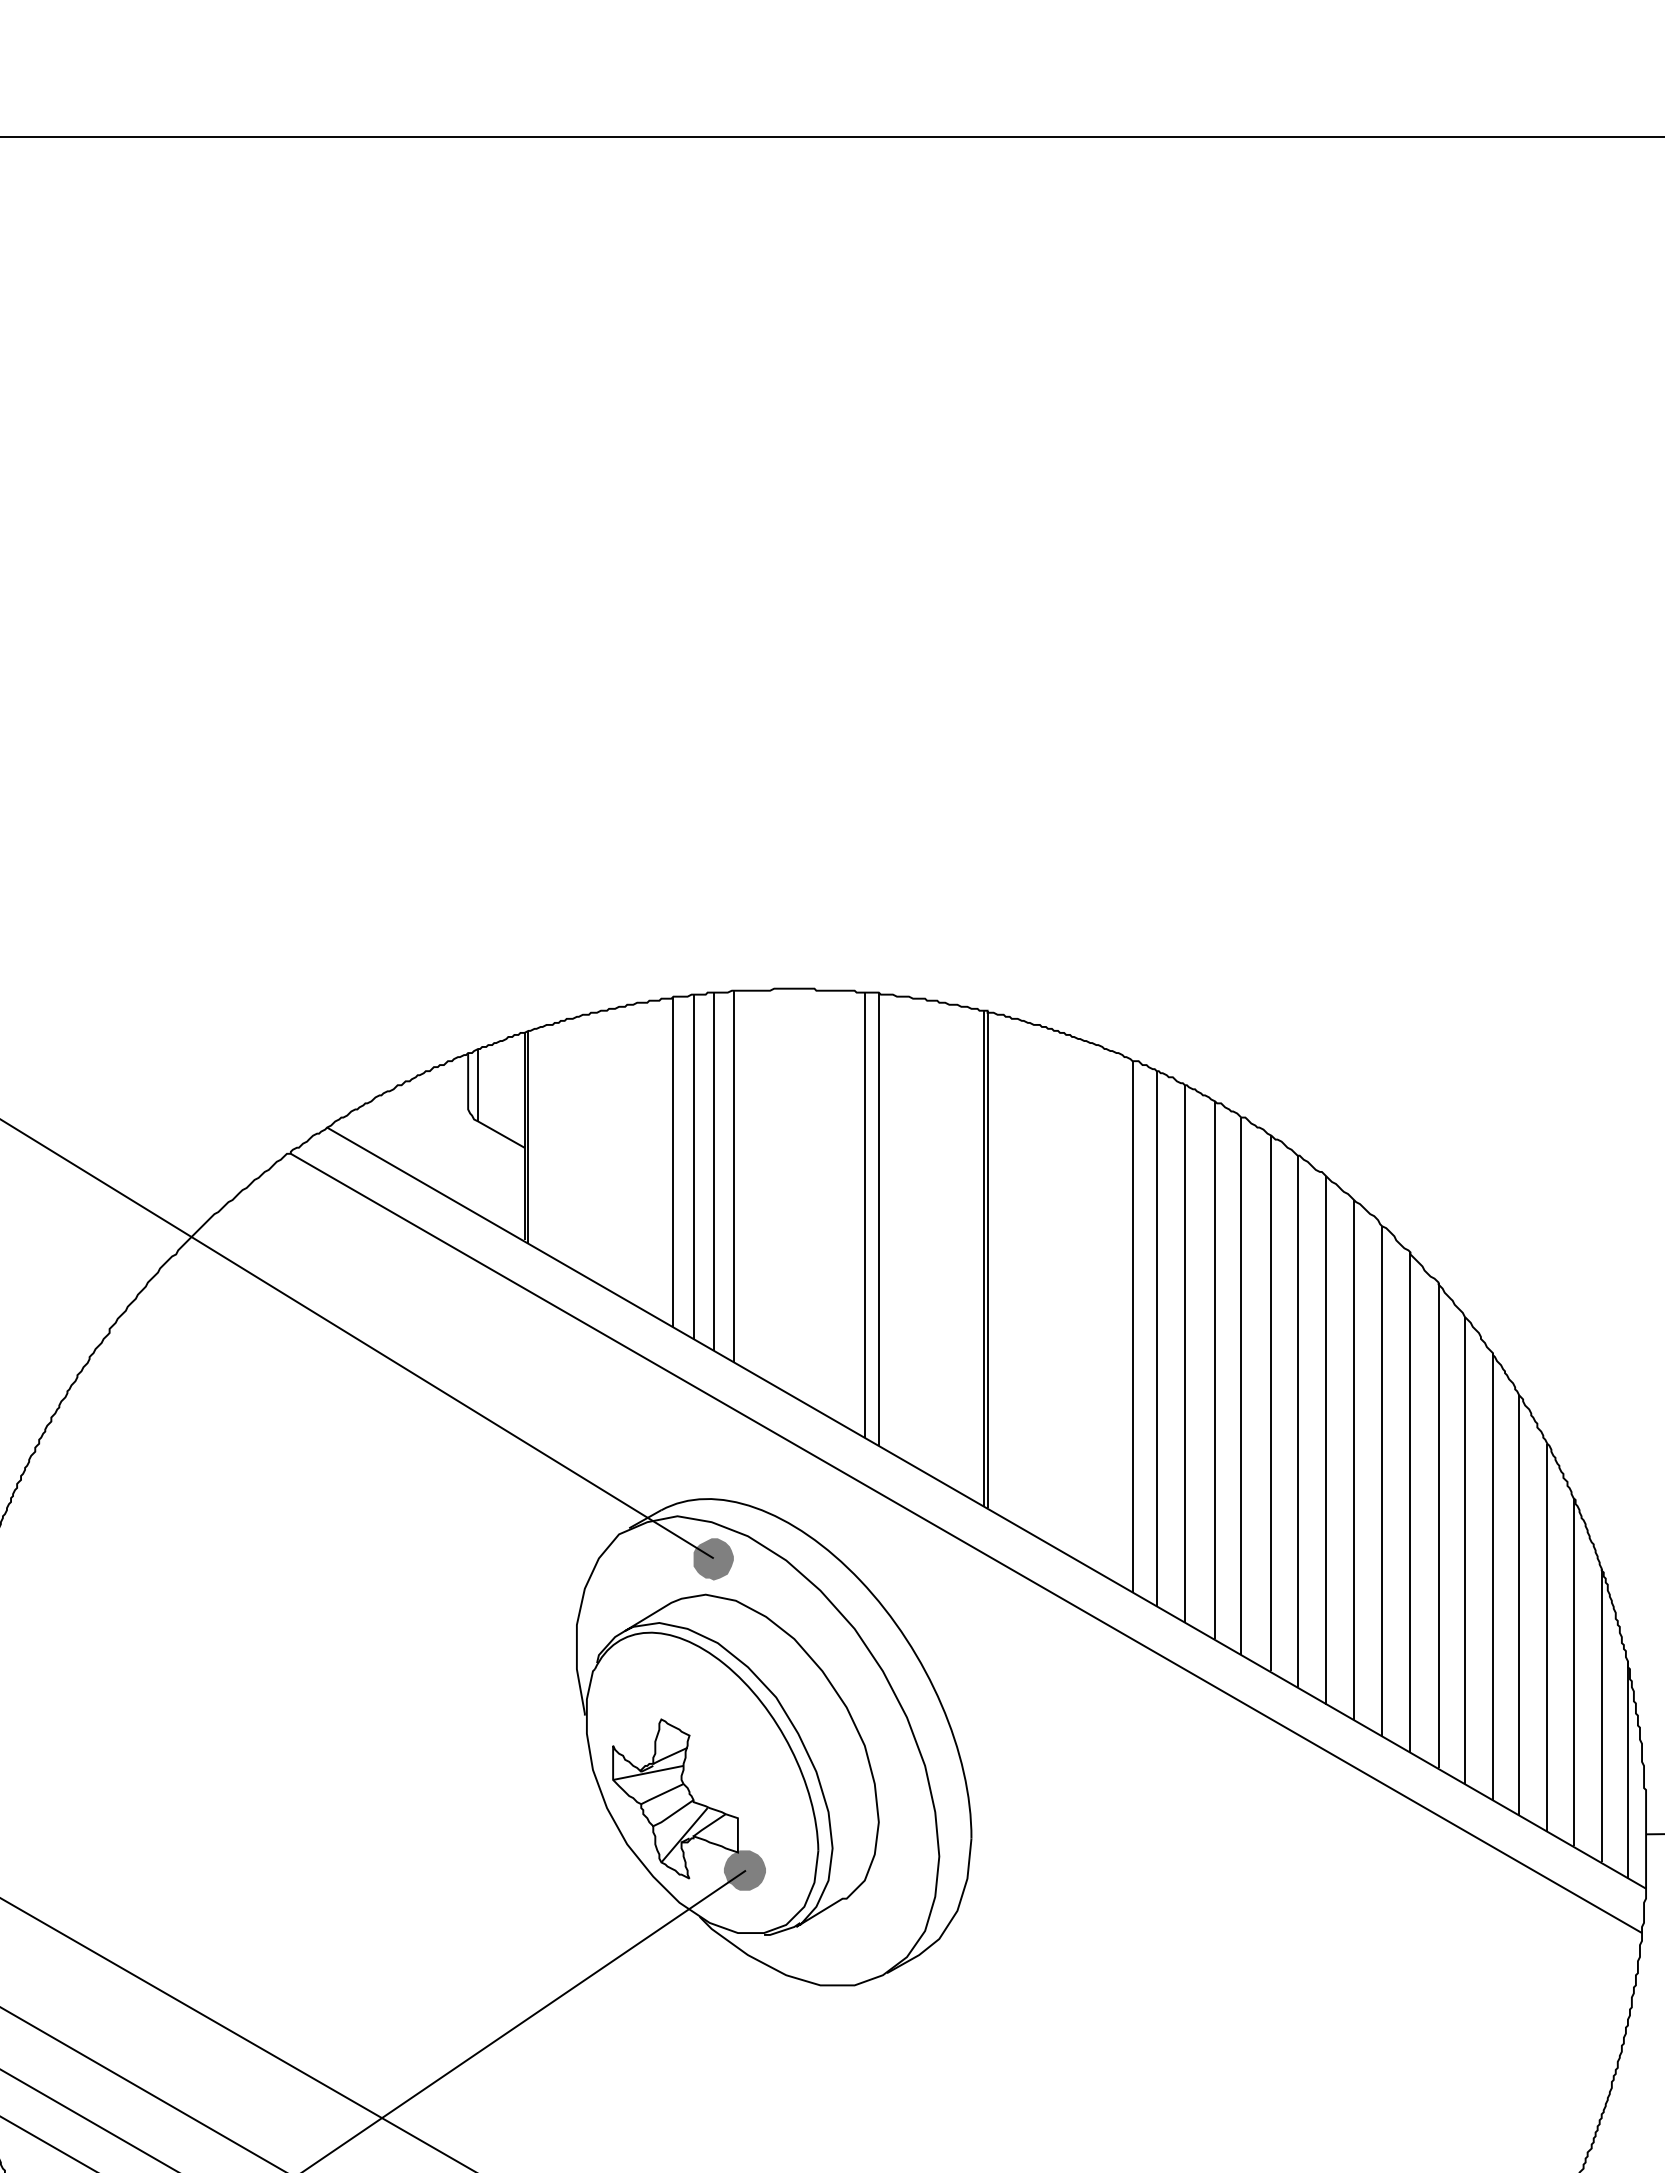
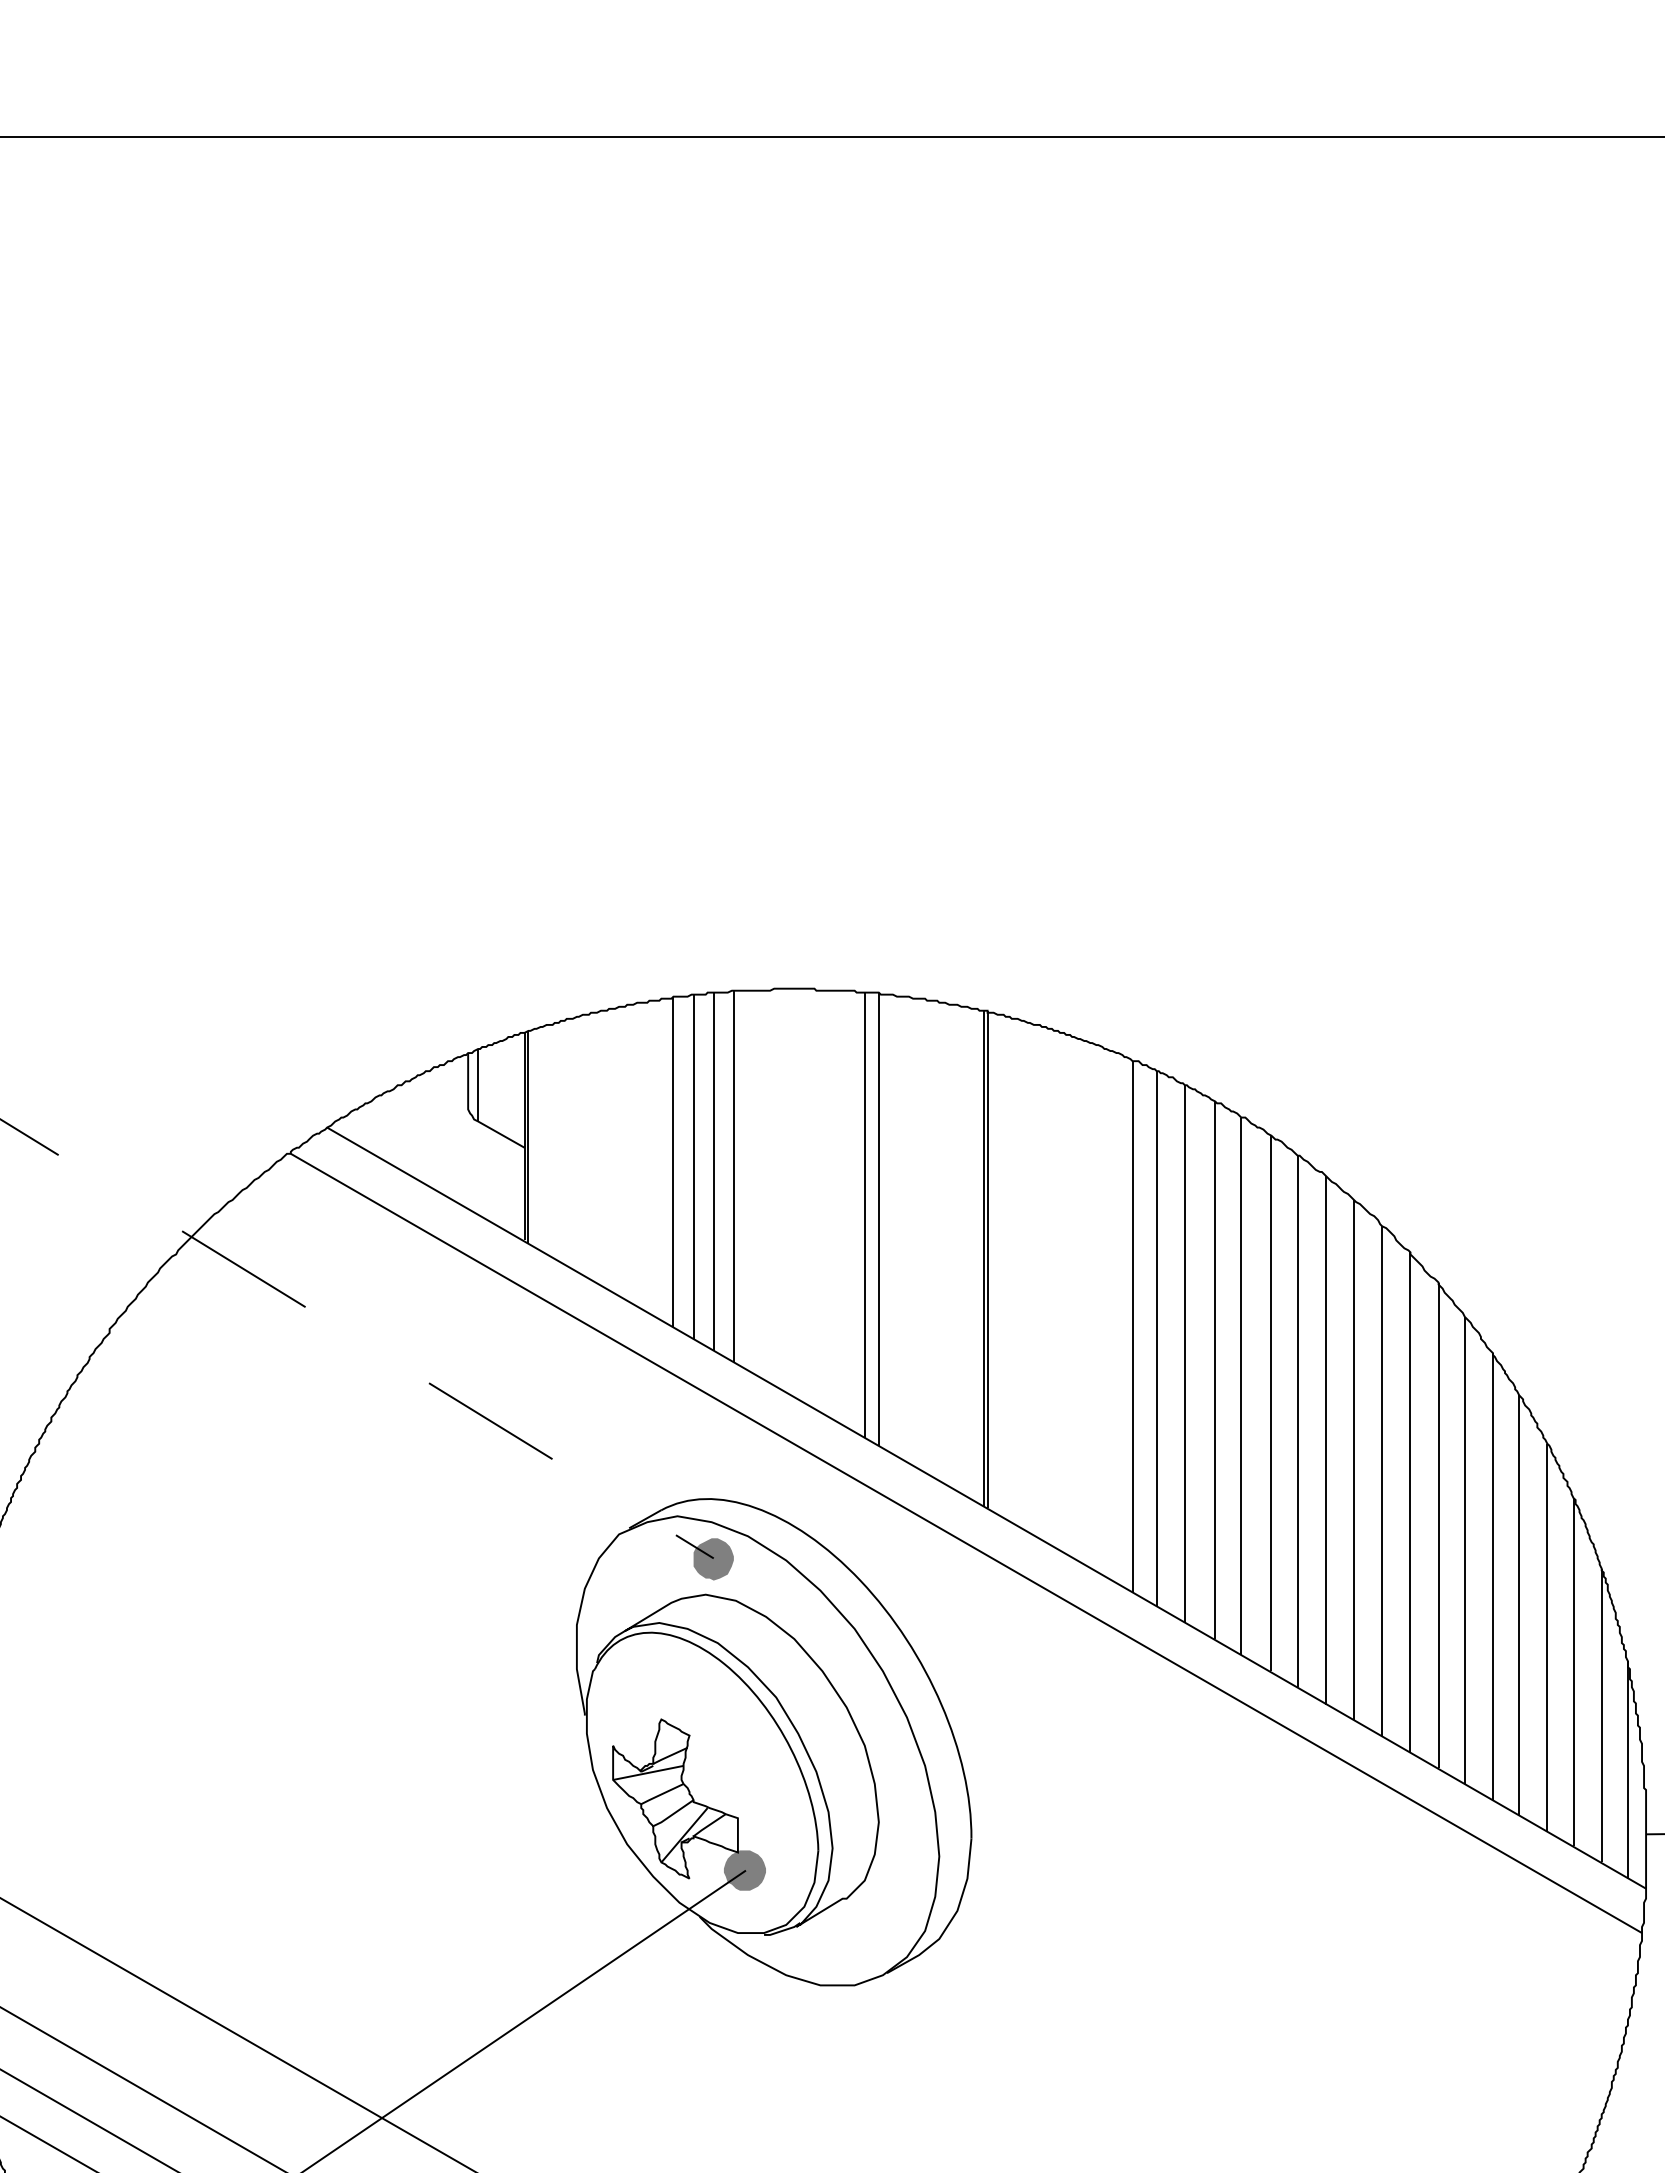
line at (357, 1338): solid -> dashed
